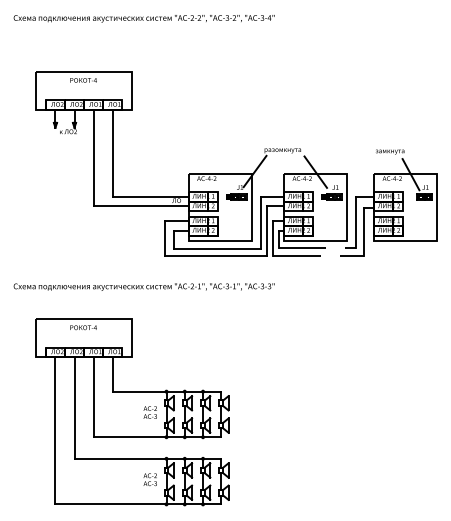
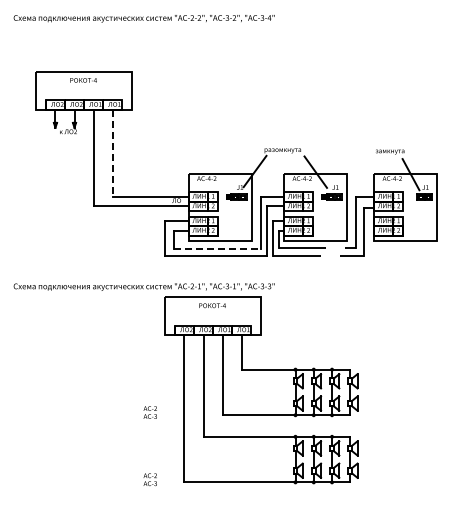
line at (112, 153): solid -> dashed
line at (217, 248): solid -> dashed
part at (132, 412) position: (132, 412) -> (261, 390)
